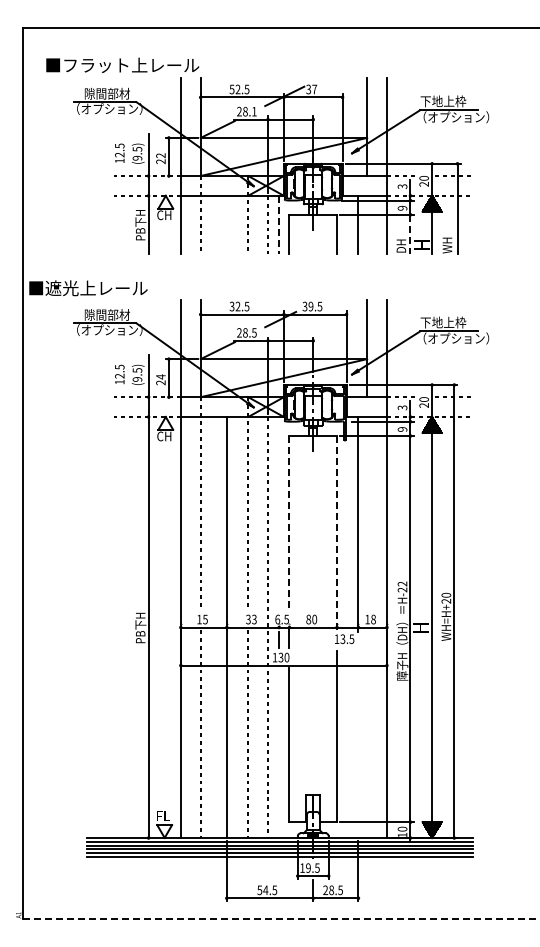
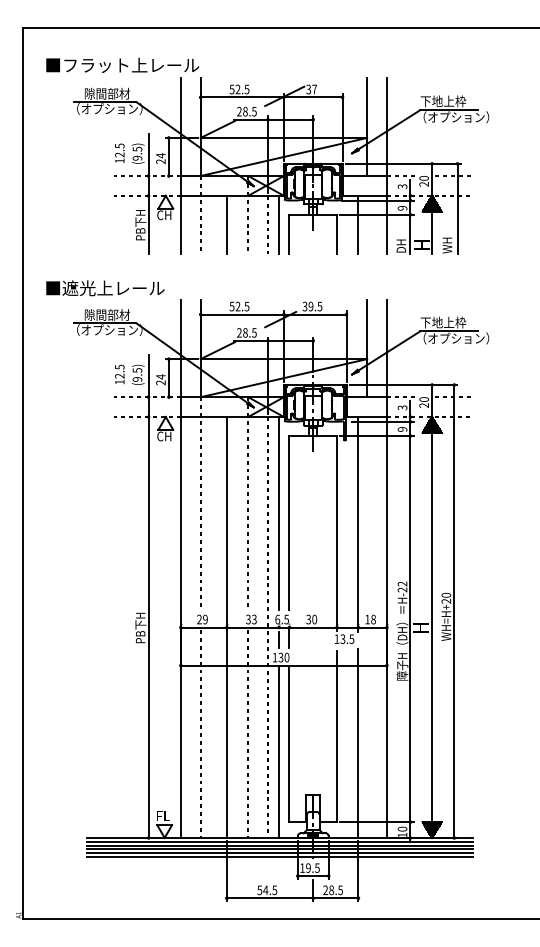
text at (254, 111): 28.1 -> 28.5
text at (160, 155): 22 -> 24
line at (226, 224): none -> present
line at (279, 224): dashed -> solid
line at (410, 234): dashed -> solid
text at (88, 288) position: (88, 288) -> (105, 288)
text at (232, 304): 32.5 -> 52.5
line at (279, 513): none -> present
line at (289, 523): dashed -> solid
line at (337, 533): dashed -> solid
text at (202, 619): 15 -> 29
text at (308, 619): 80 -> 30
line at (358, 743): none -> present
line at (279, 751): none -> present
line at (281, 918): dashed -> solid
